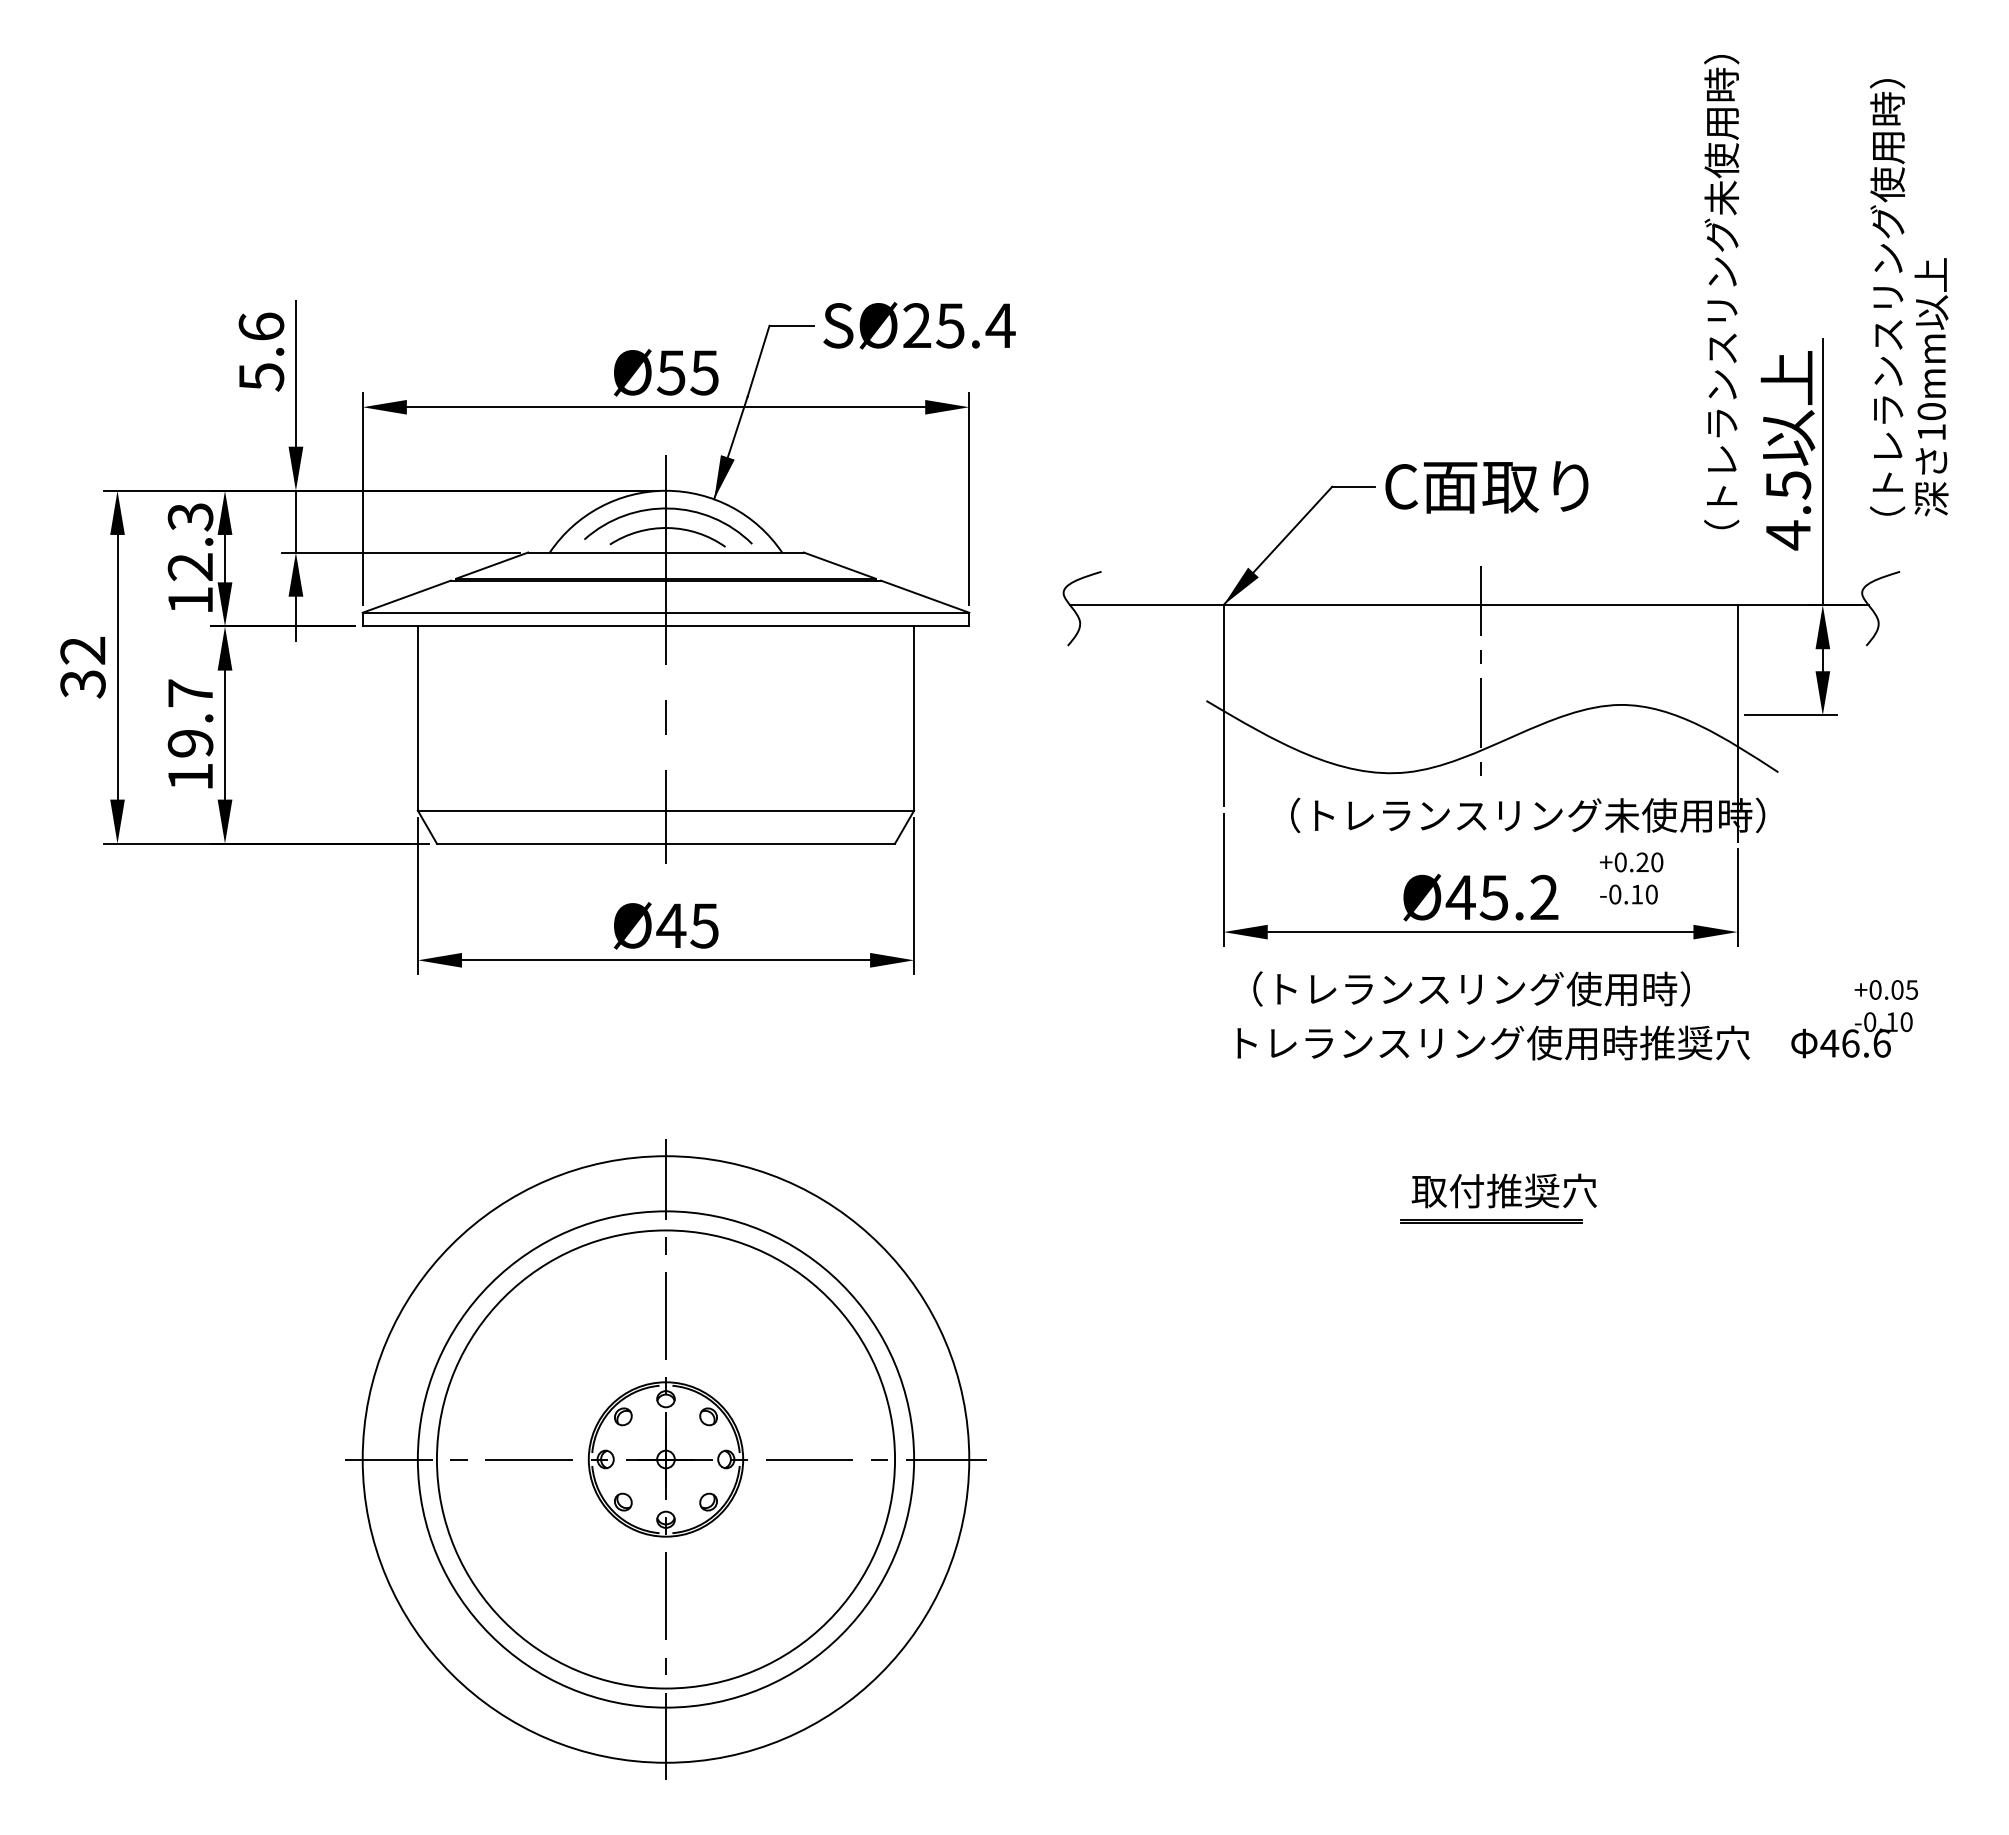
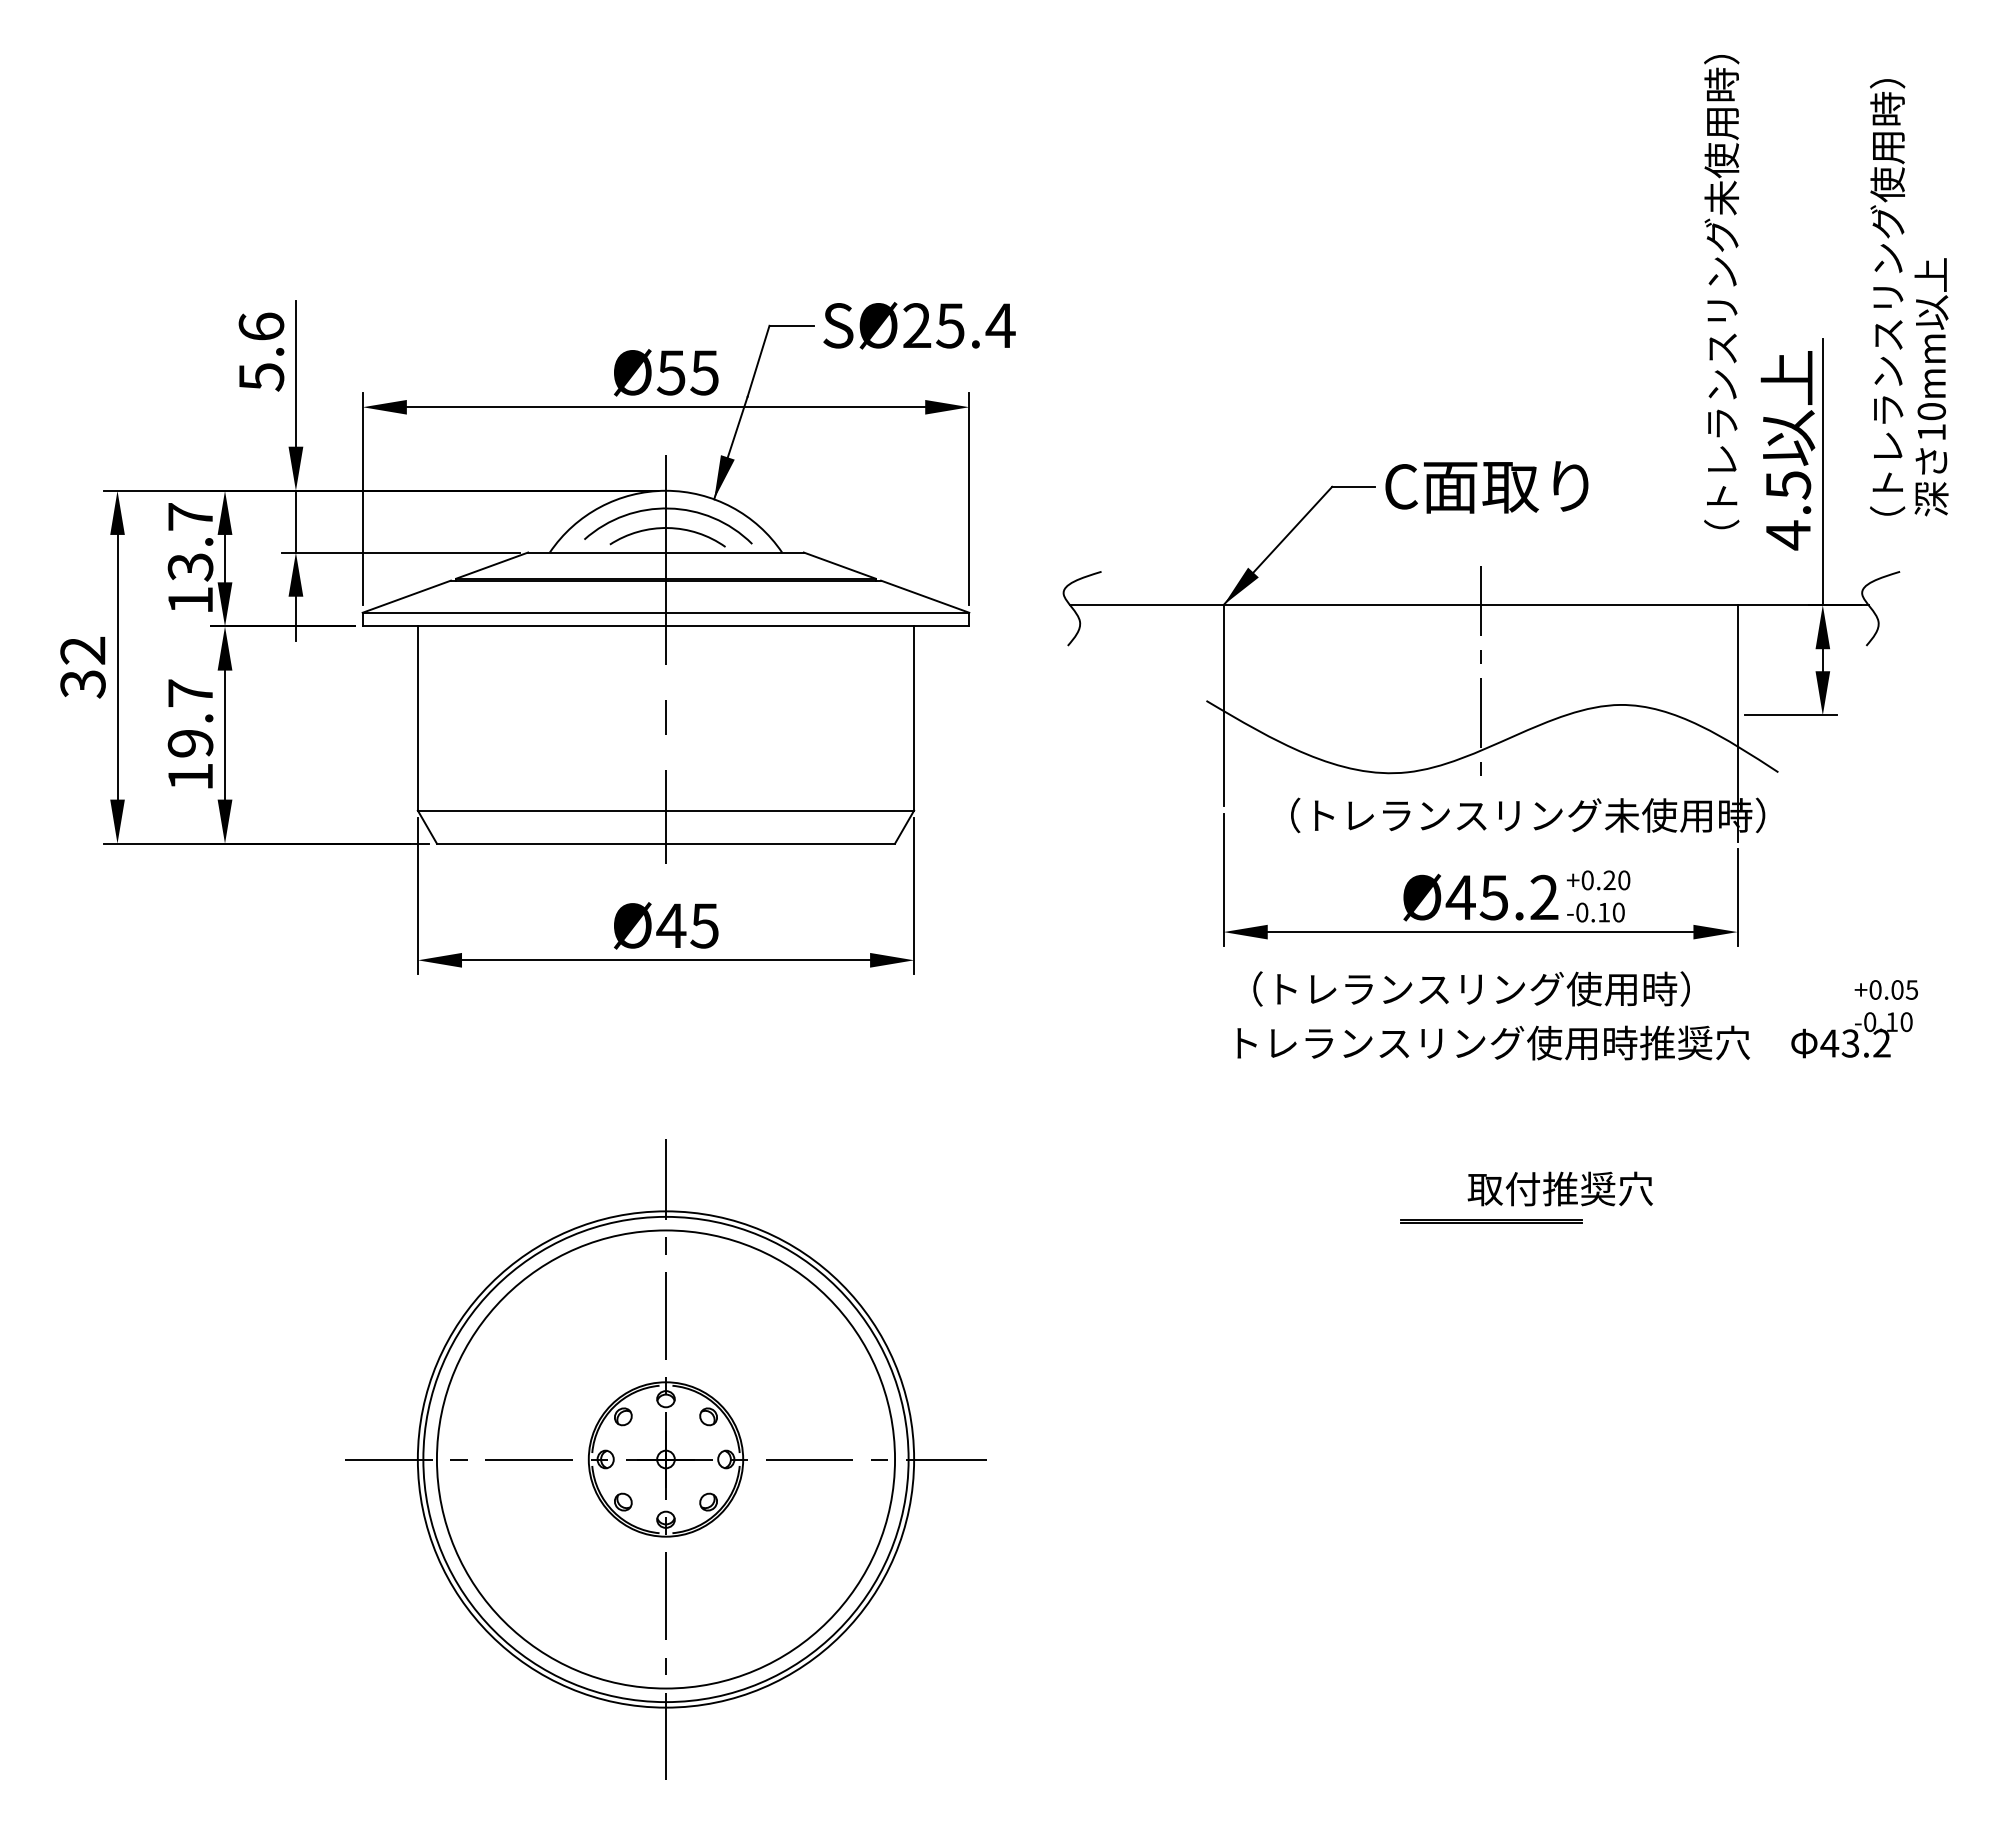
text at (190, 542): 12.3 -> 13.7
text at (1631, 878) position: (1631, 878) -> (1598, 896)
text at (1865, 1043): 46.6 -> 43.2
text at (1503, 1190) position: (1503, 1190) -> (1559, 1188)
circle at (665, 1459) diameter: 607 px -> 485 px
